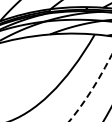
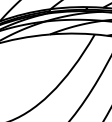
arc at (92, 89): dashed -> solid
